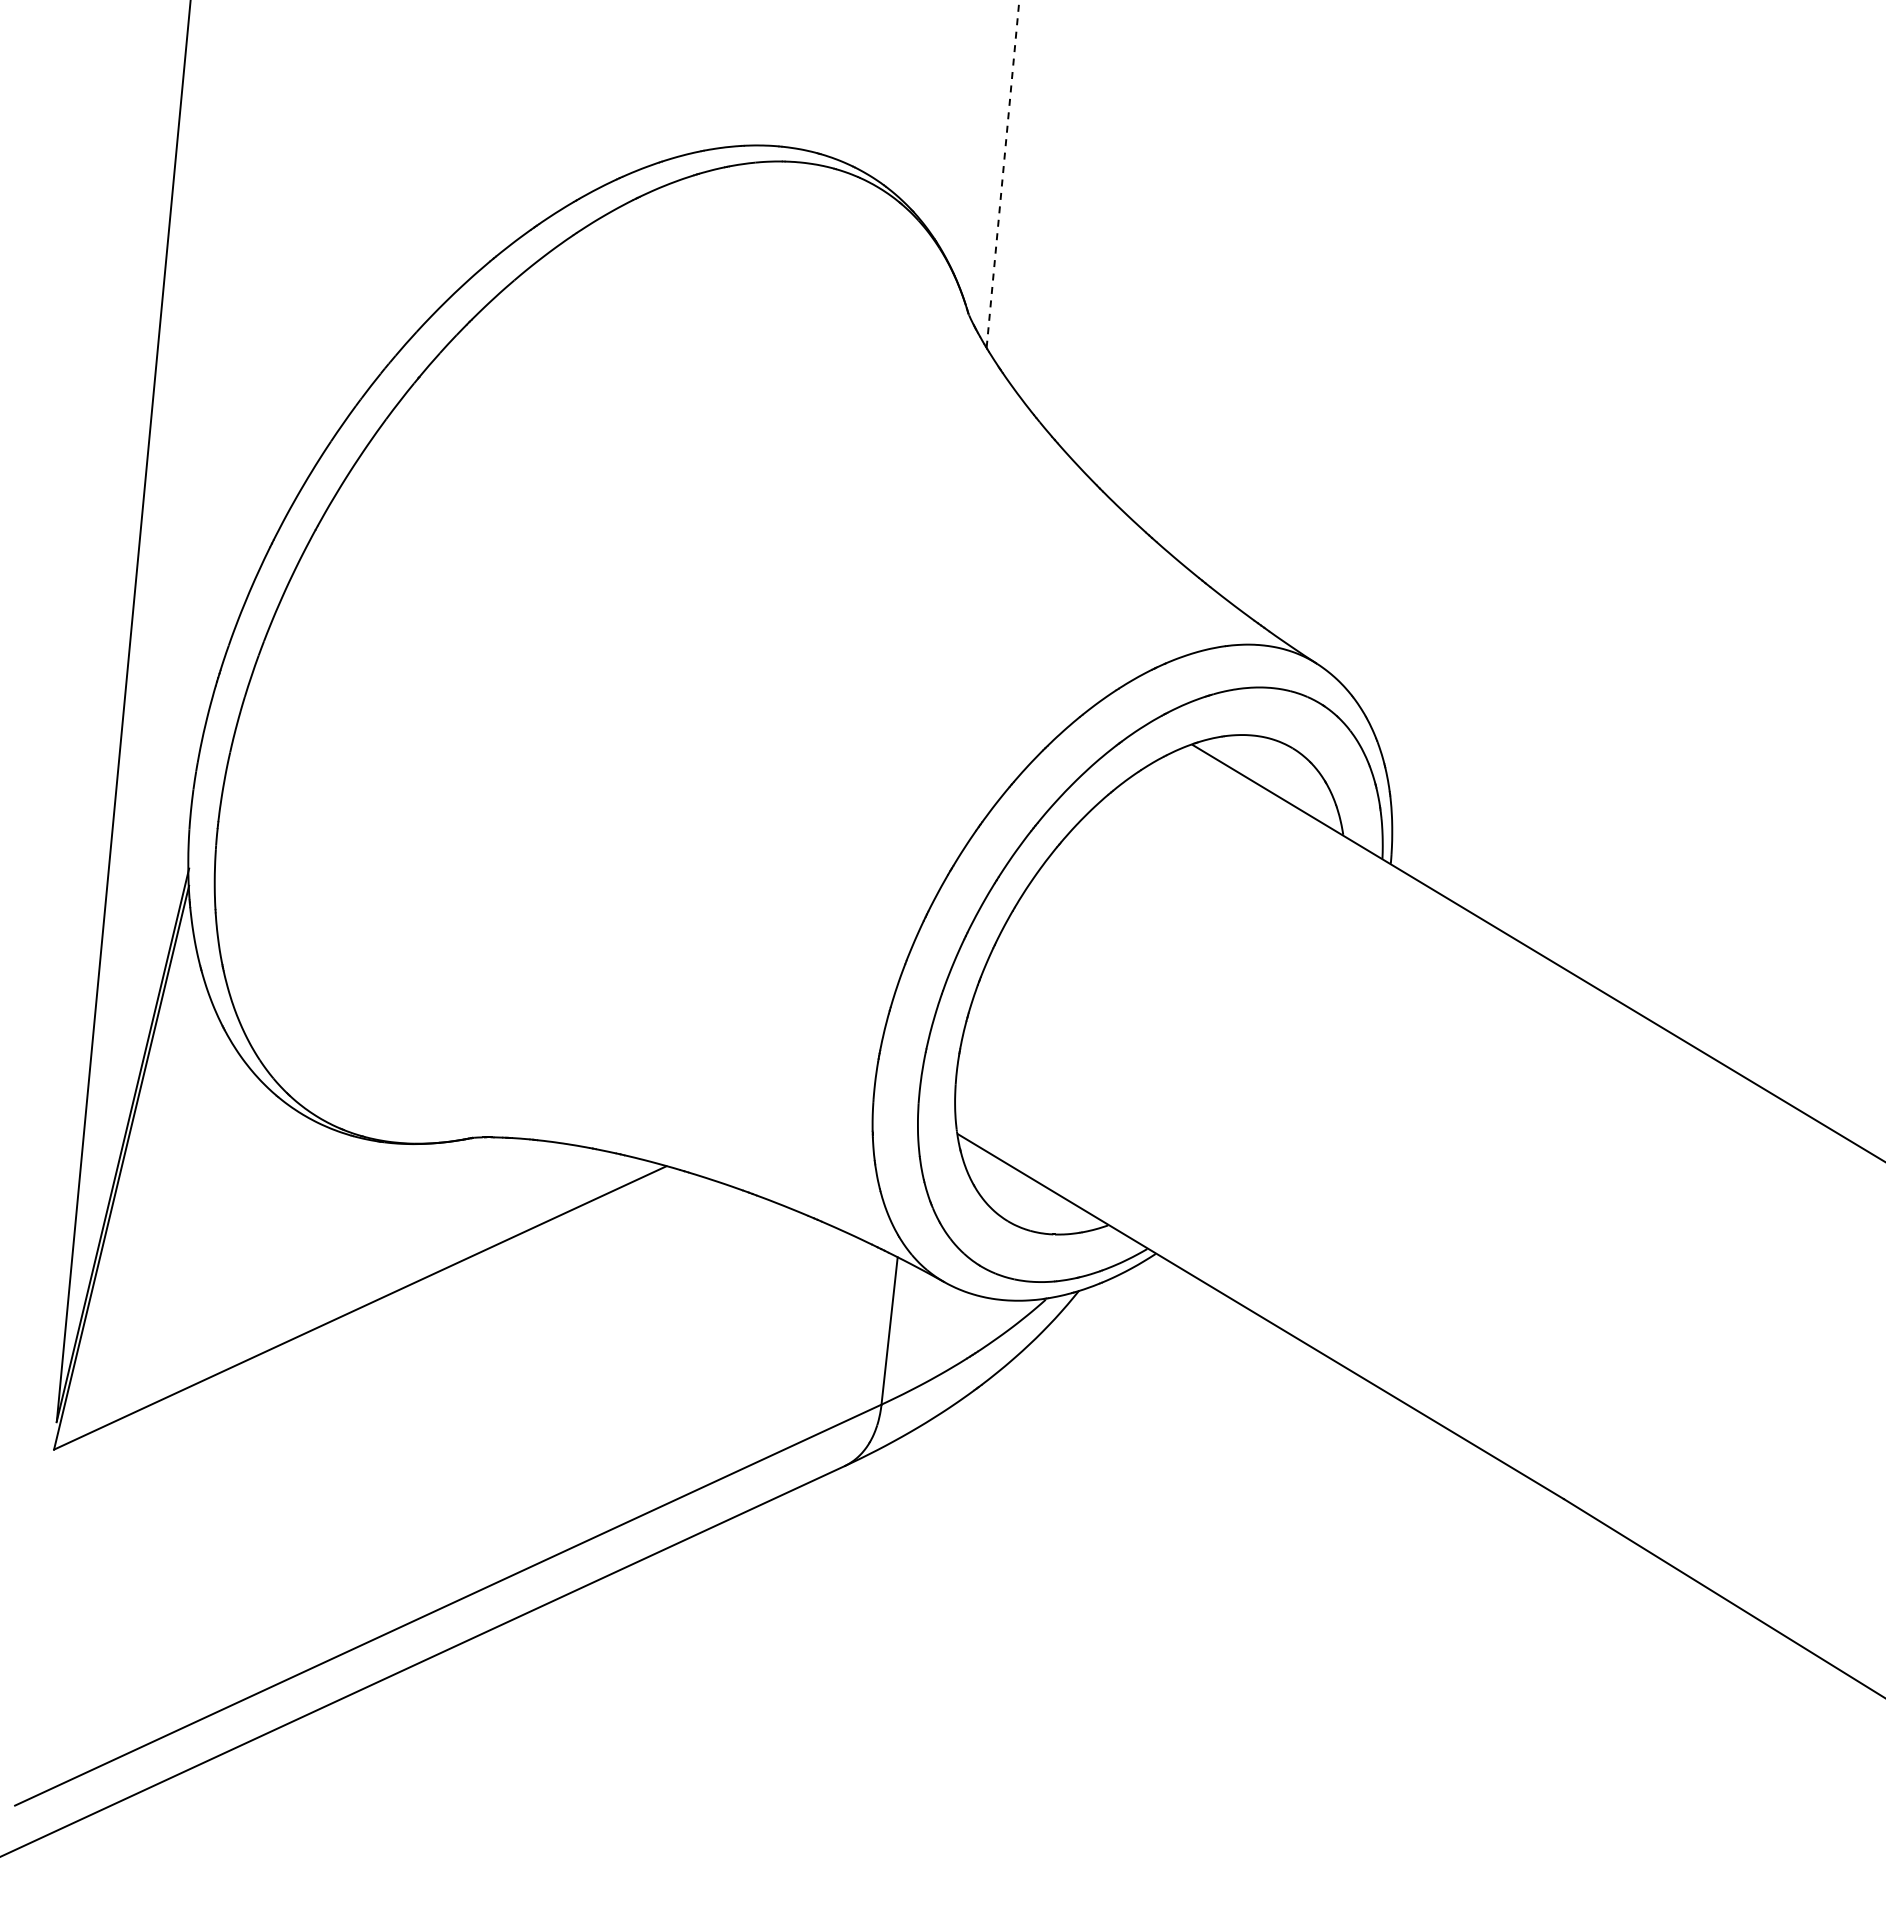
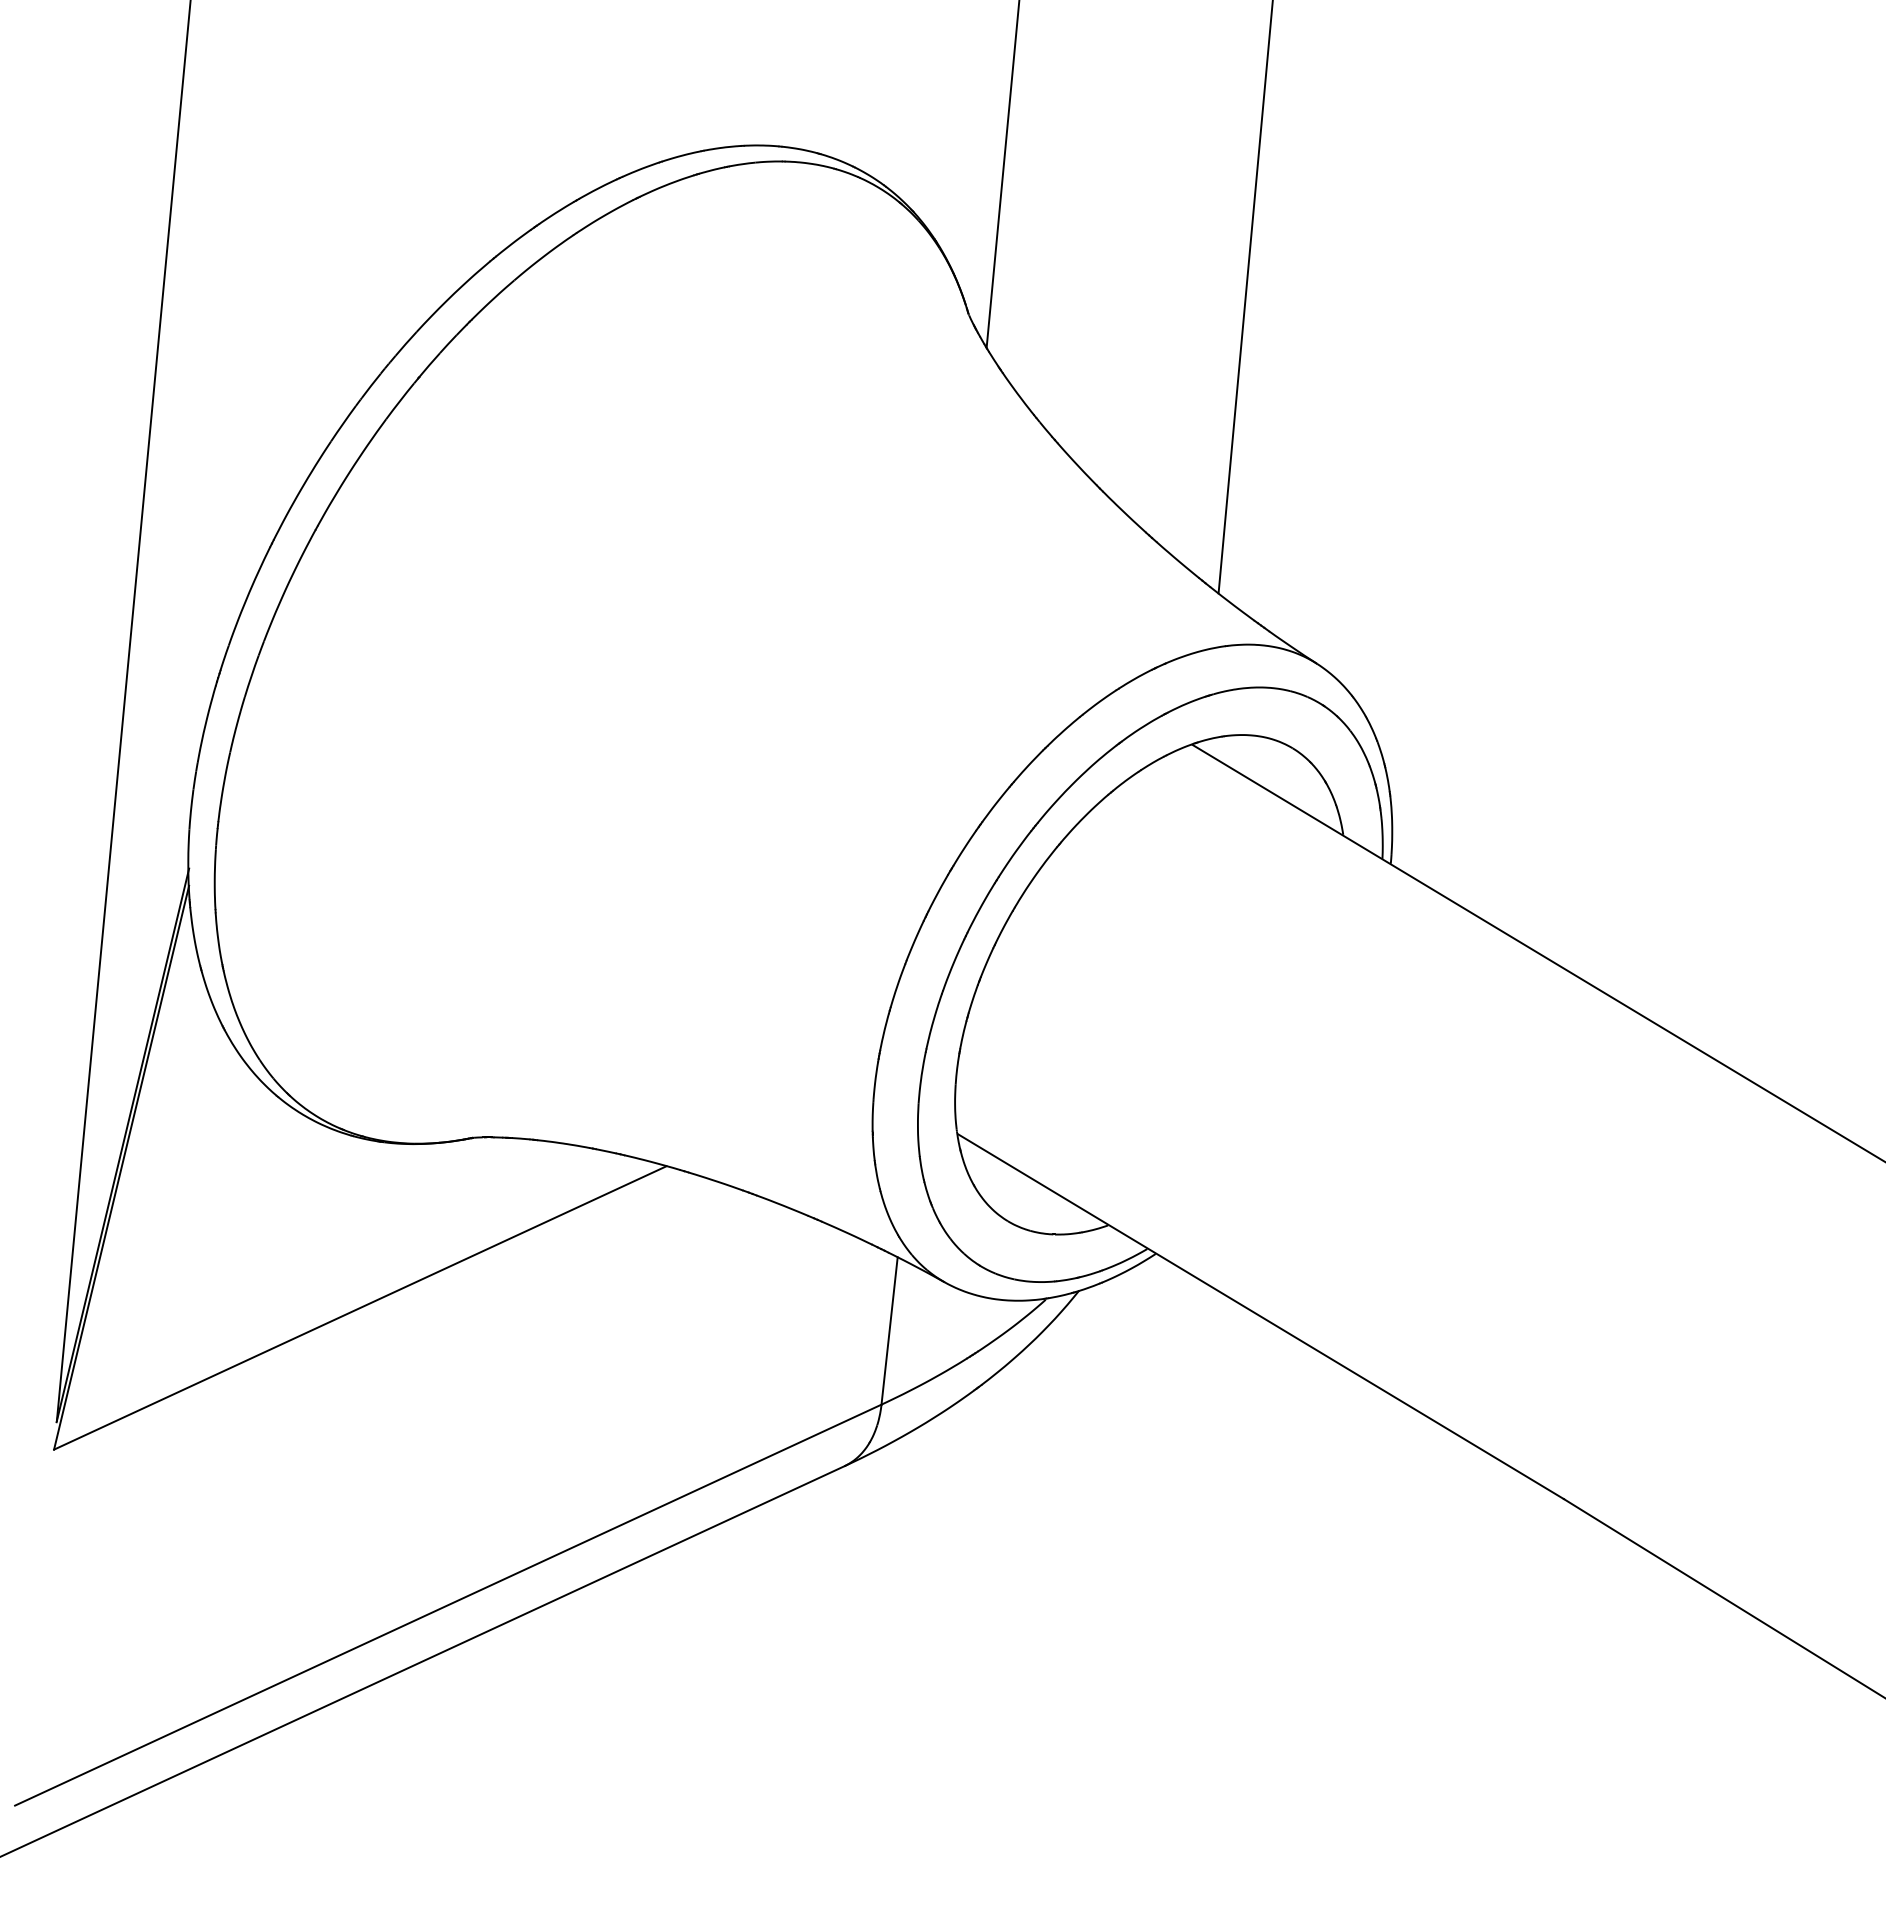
line at (1003, 173): dashed -> solid
line at (1245, 297): none -> present
